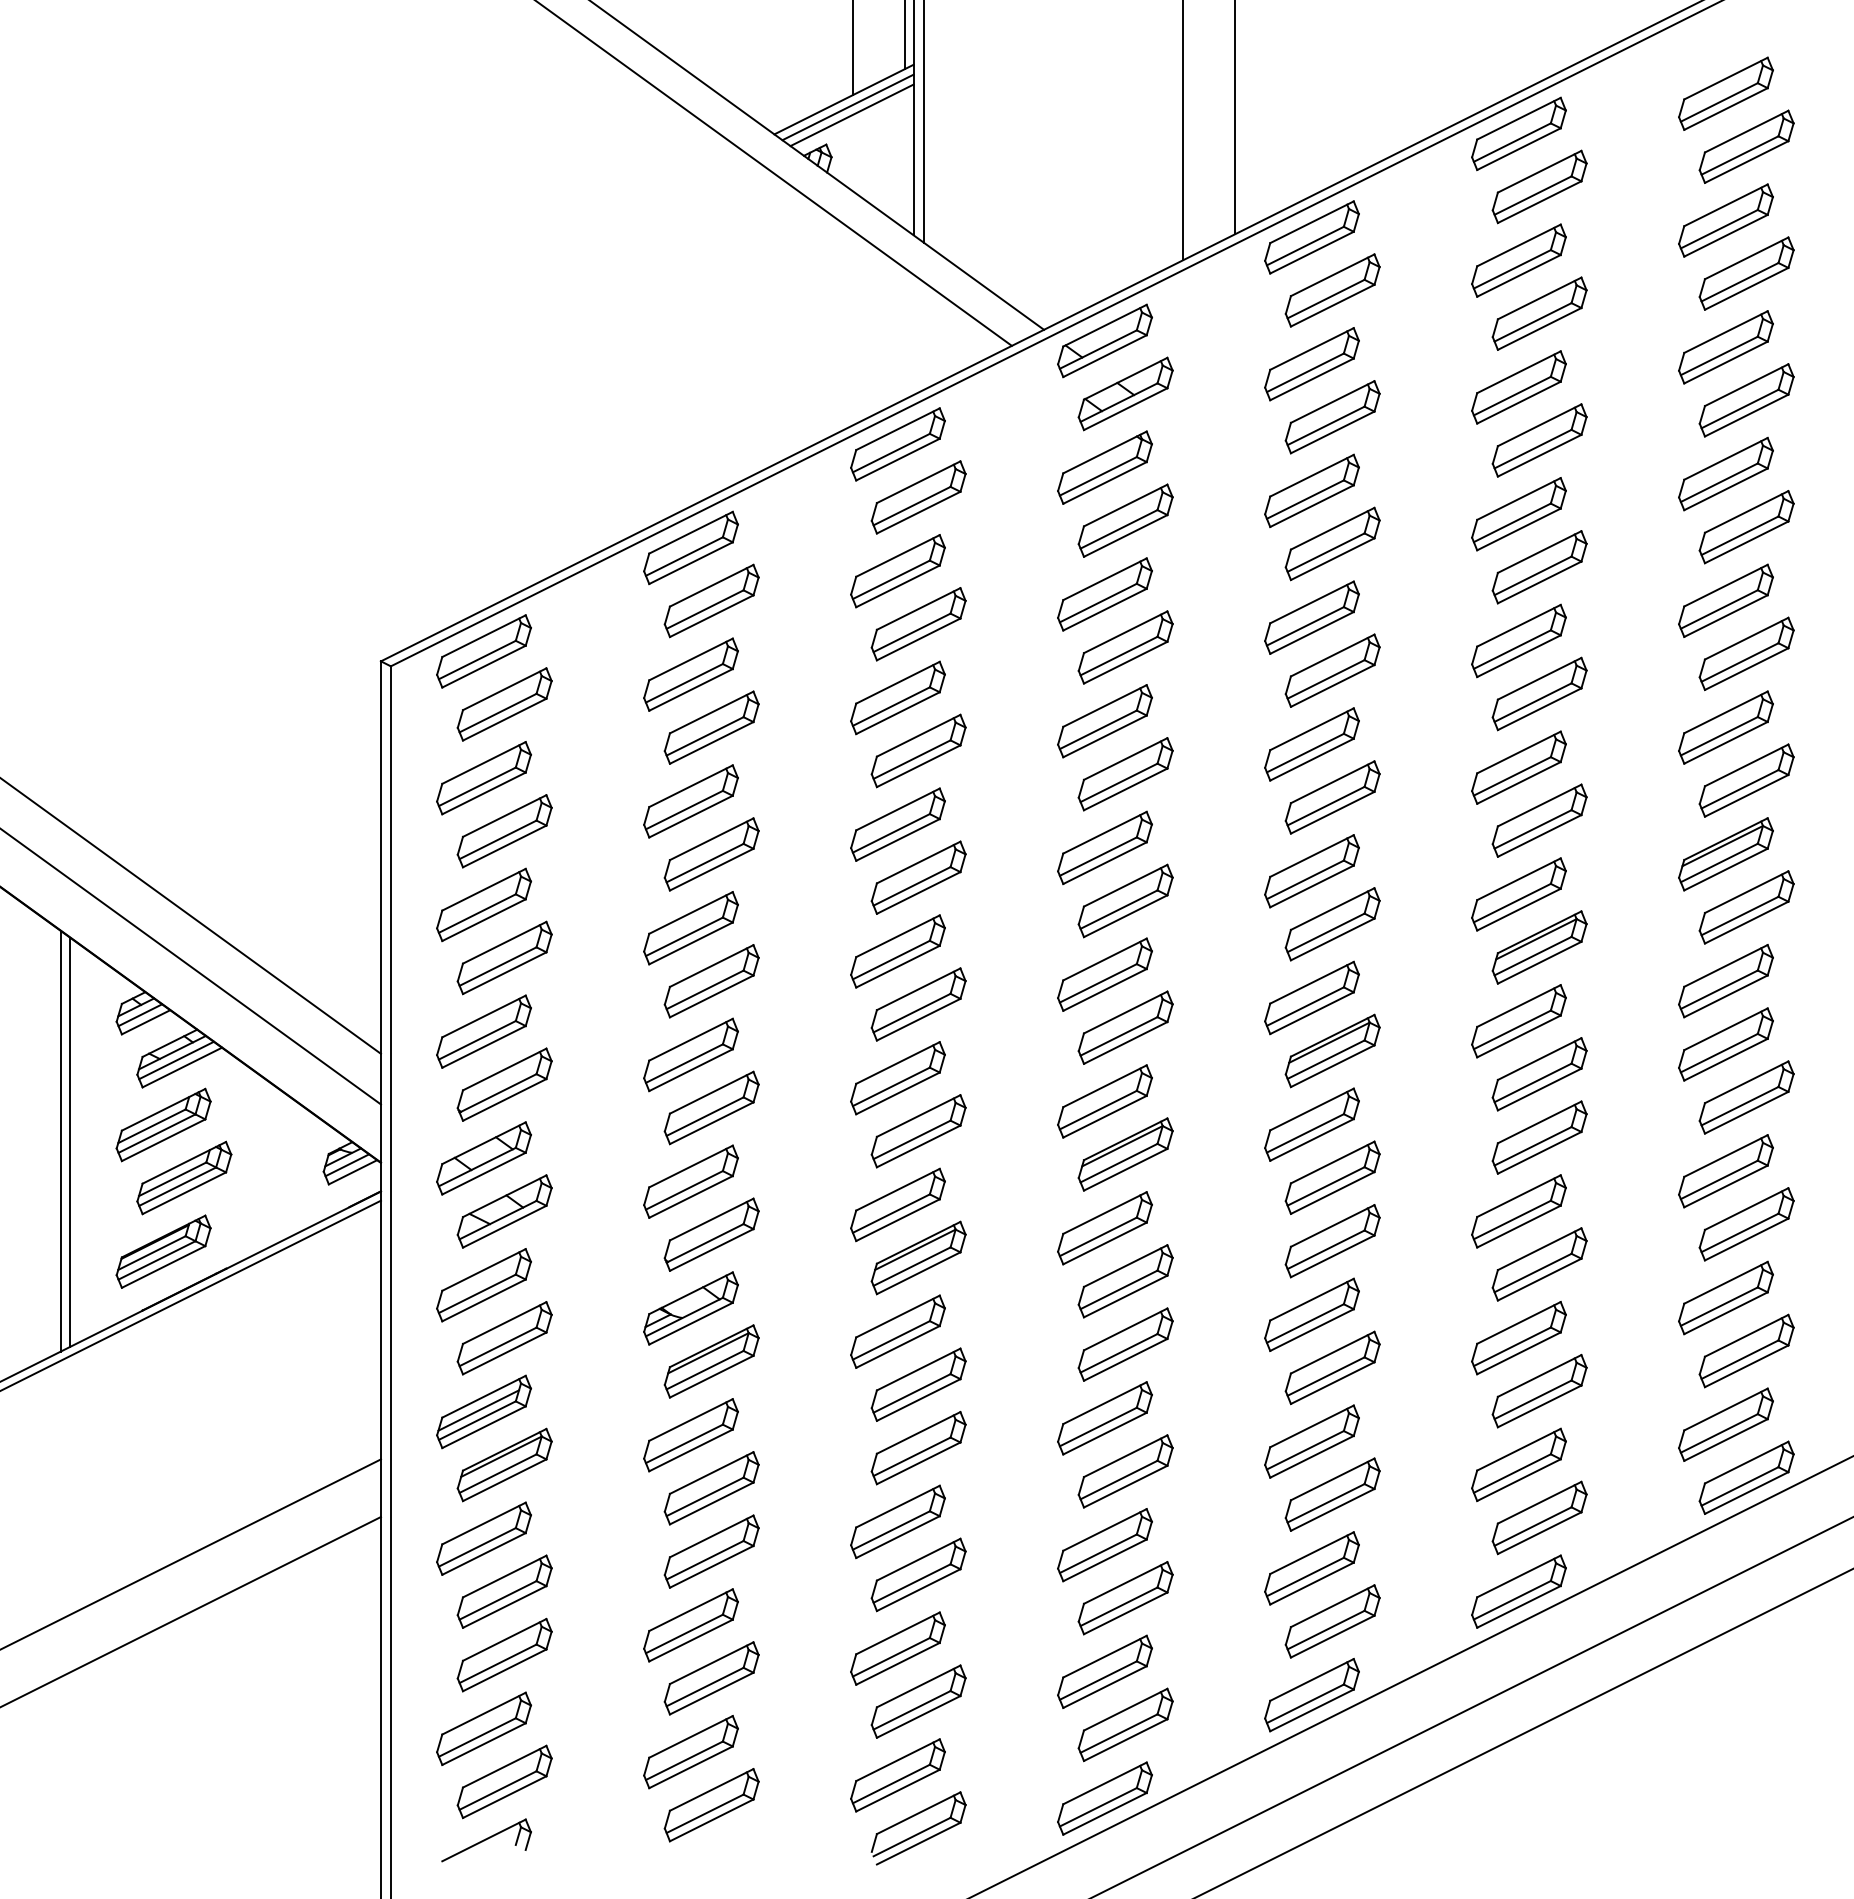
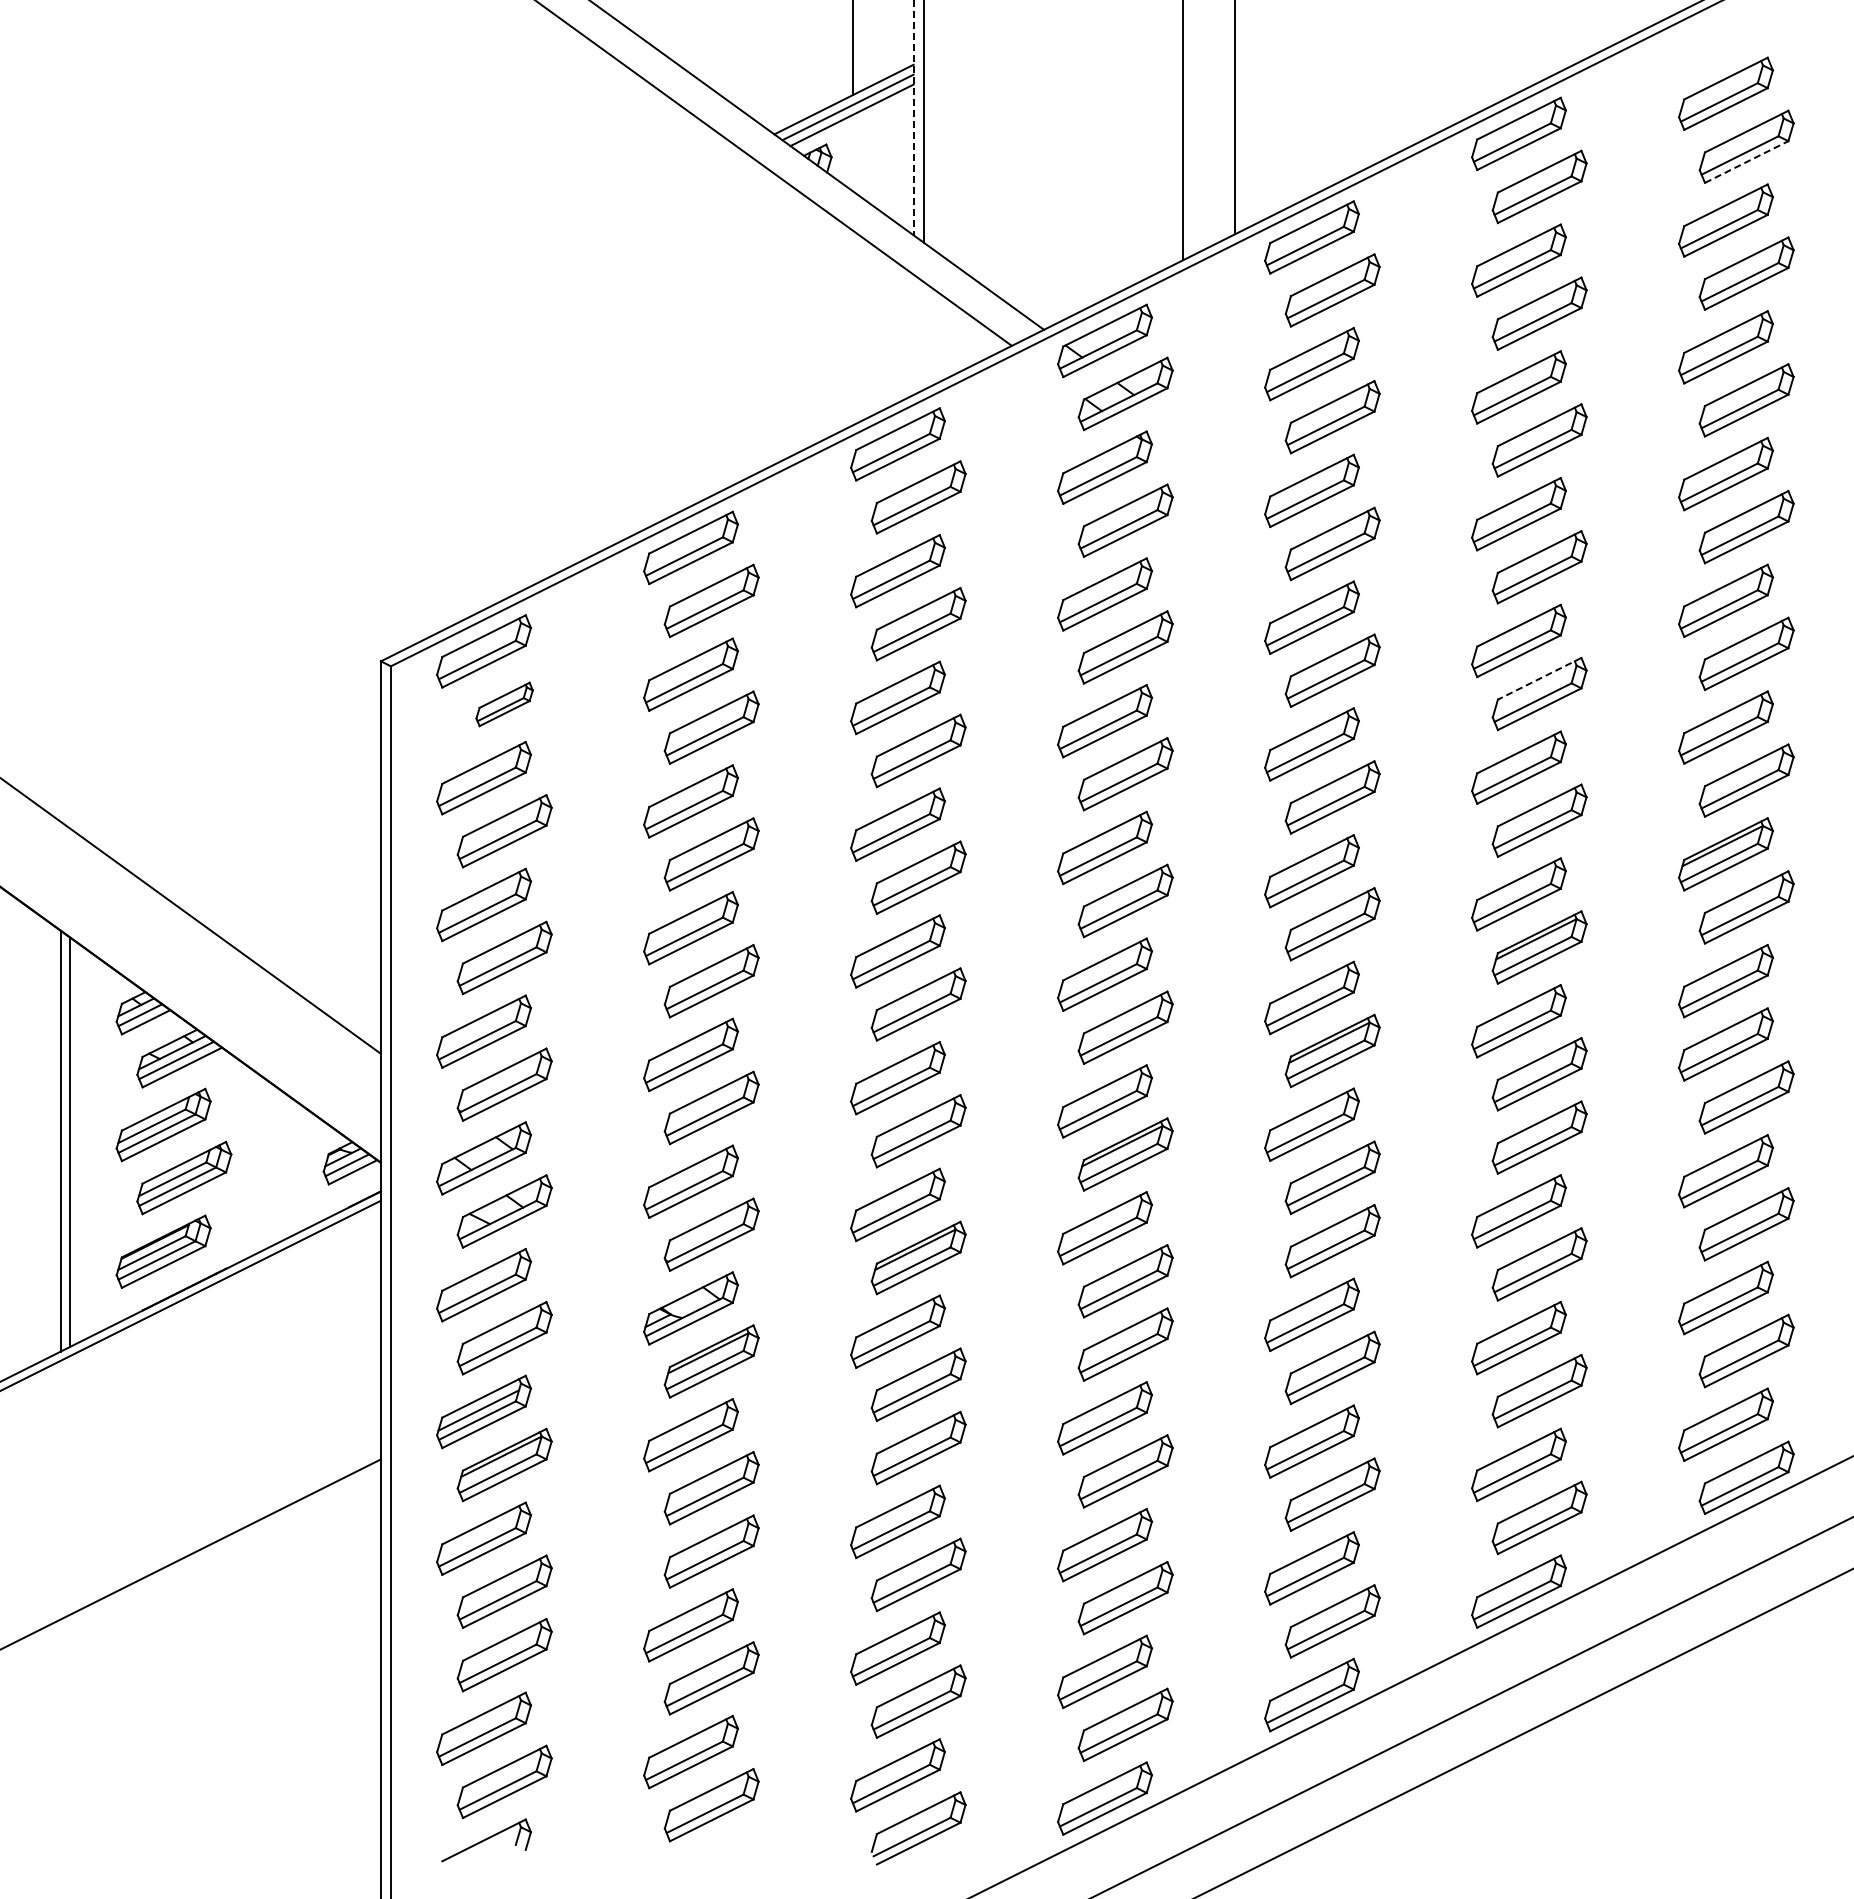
line at (904, 35): present -> none
line at (913, 118): solid -> dashed
line at (1746, 162): solid -> dashed
line at (1539, 678): solid -> dashed
part at (504, 704) size: 97x75 px -> 59x47 px
line at (191, 967): present -> none
line at (191, 1611): present -> none
